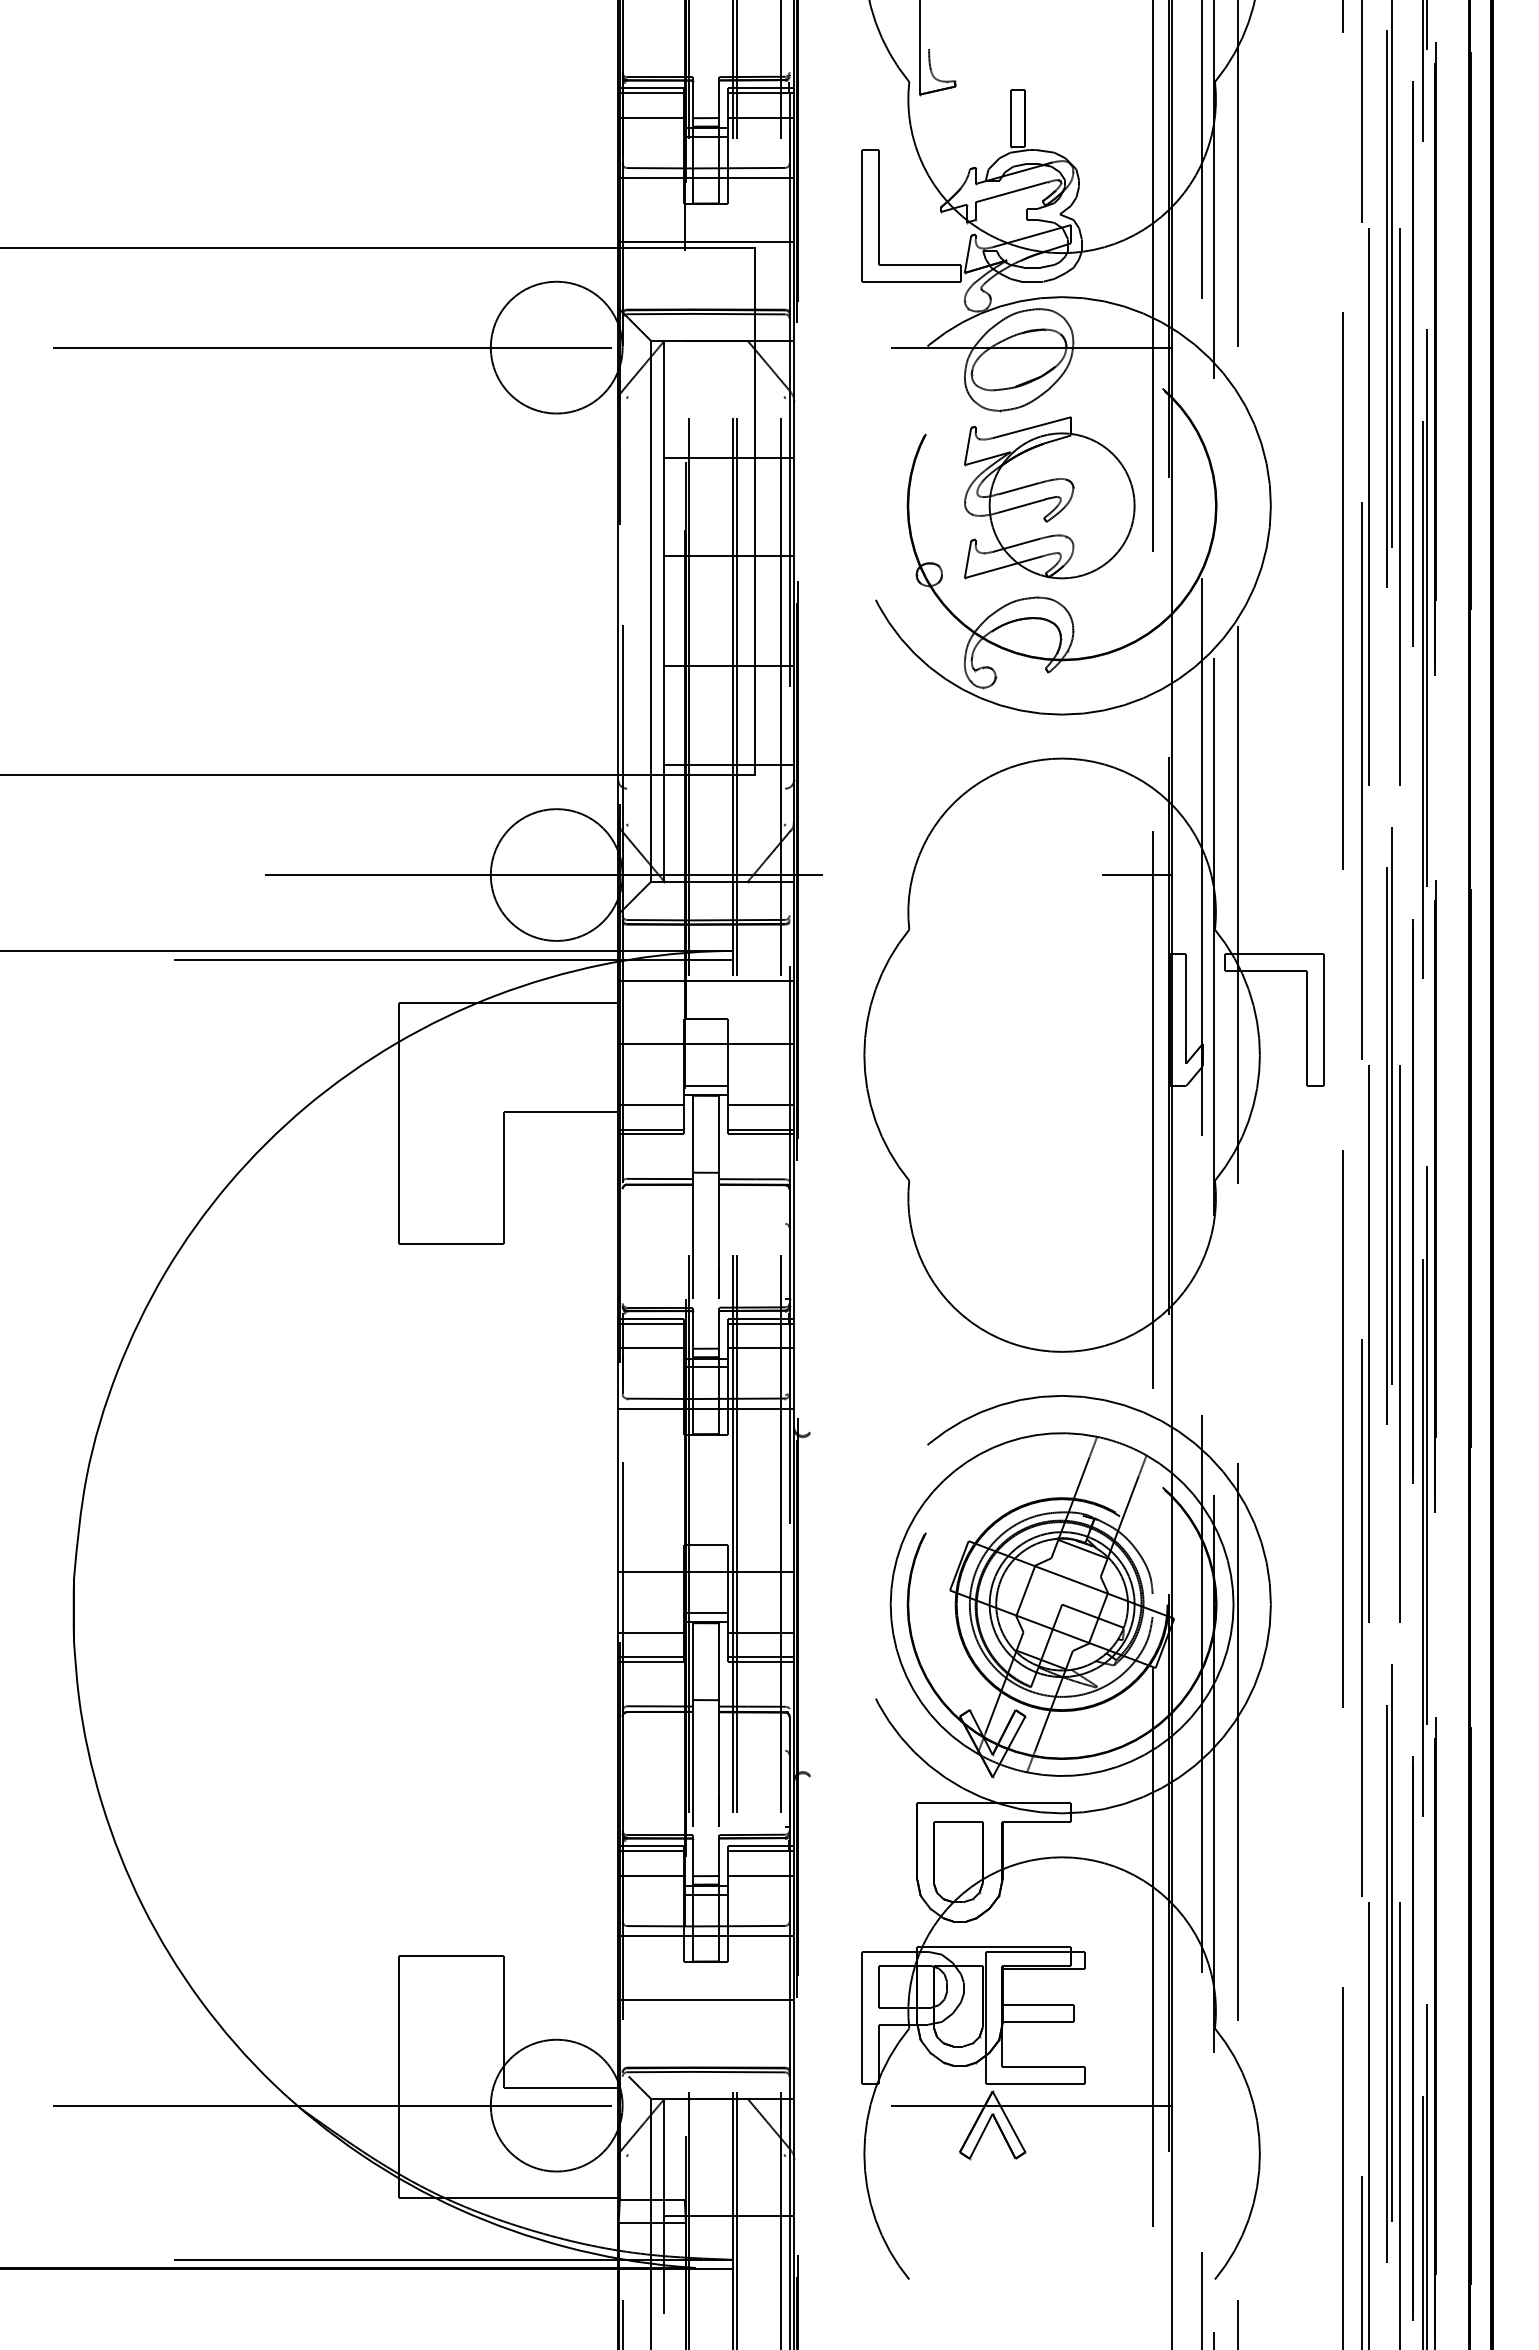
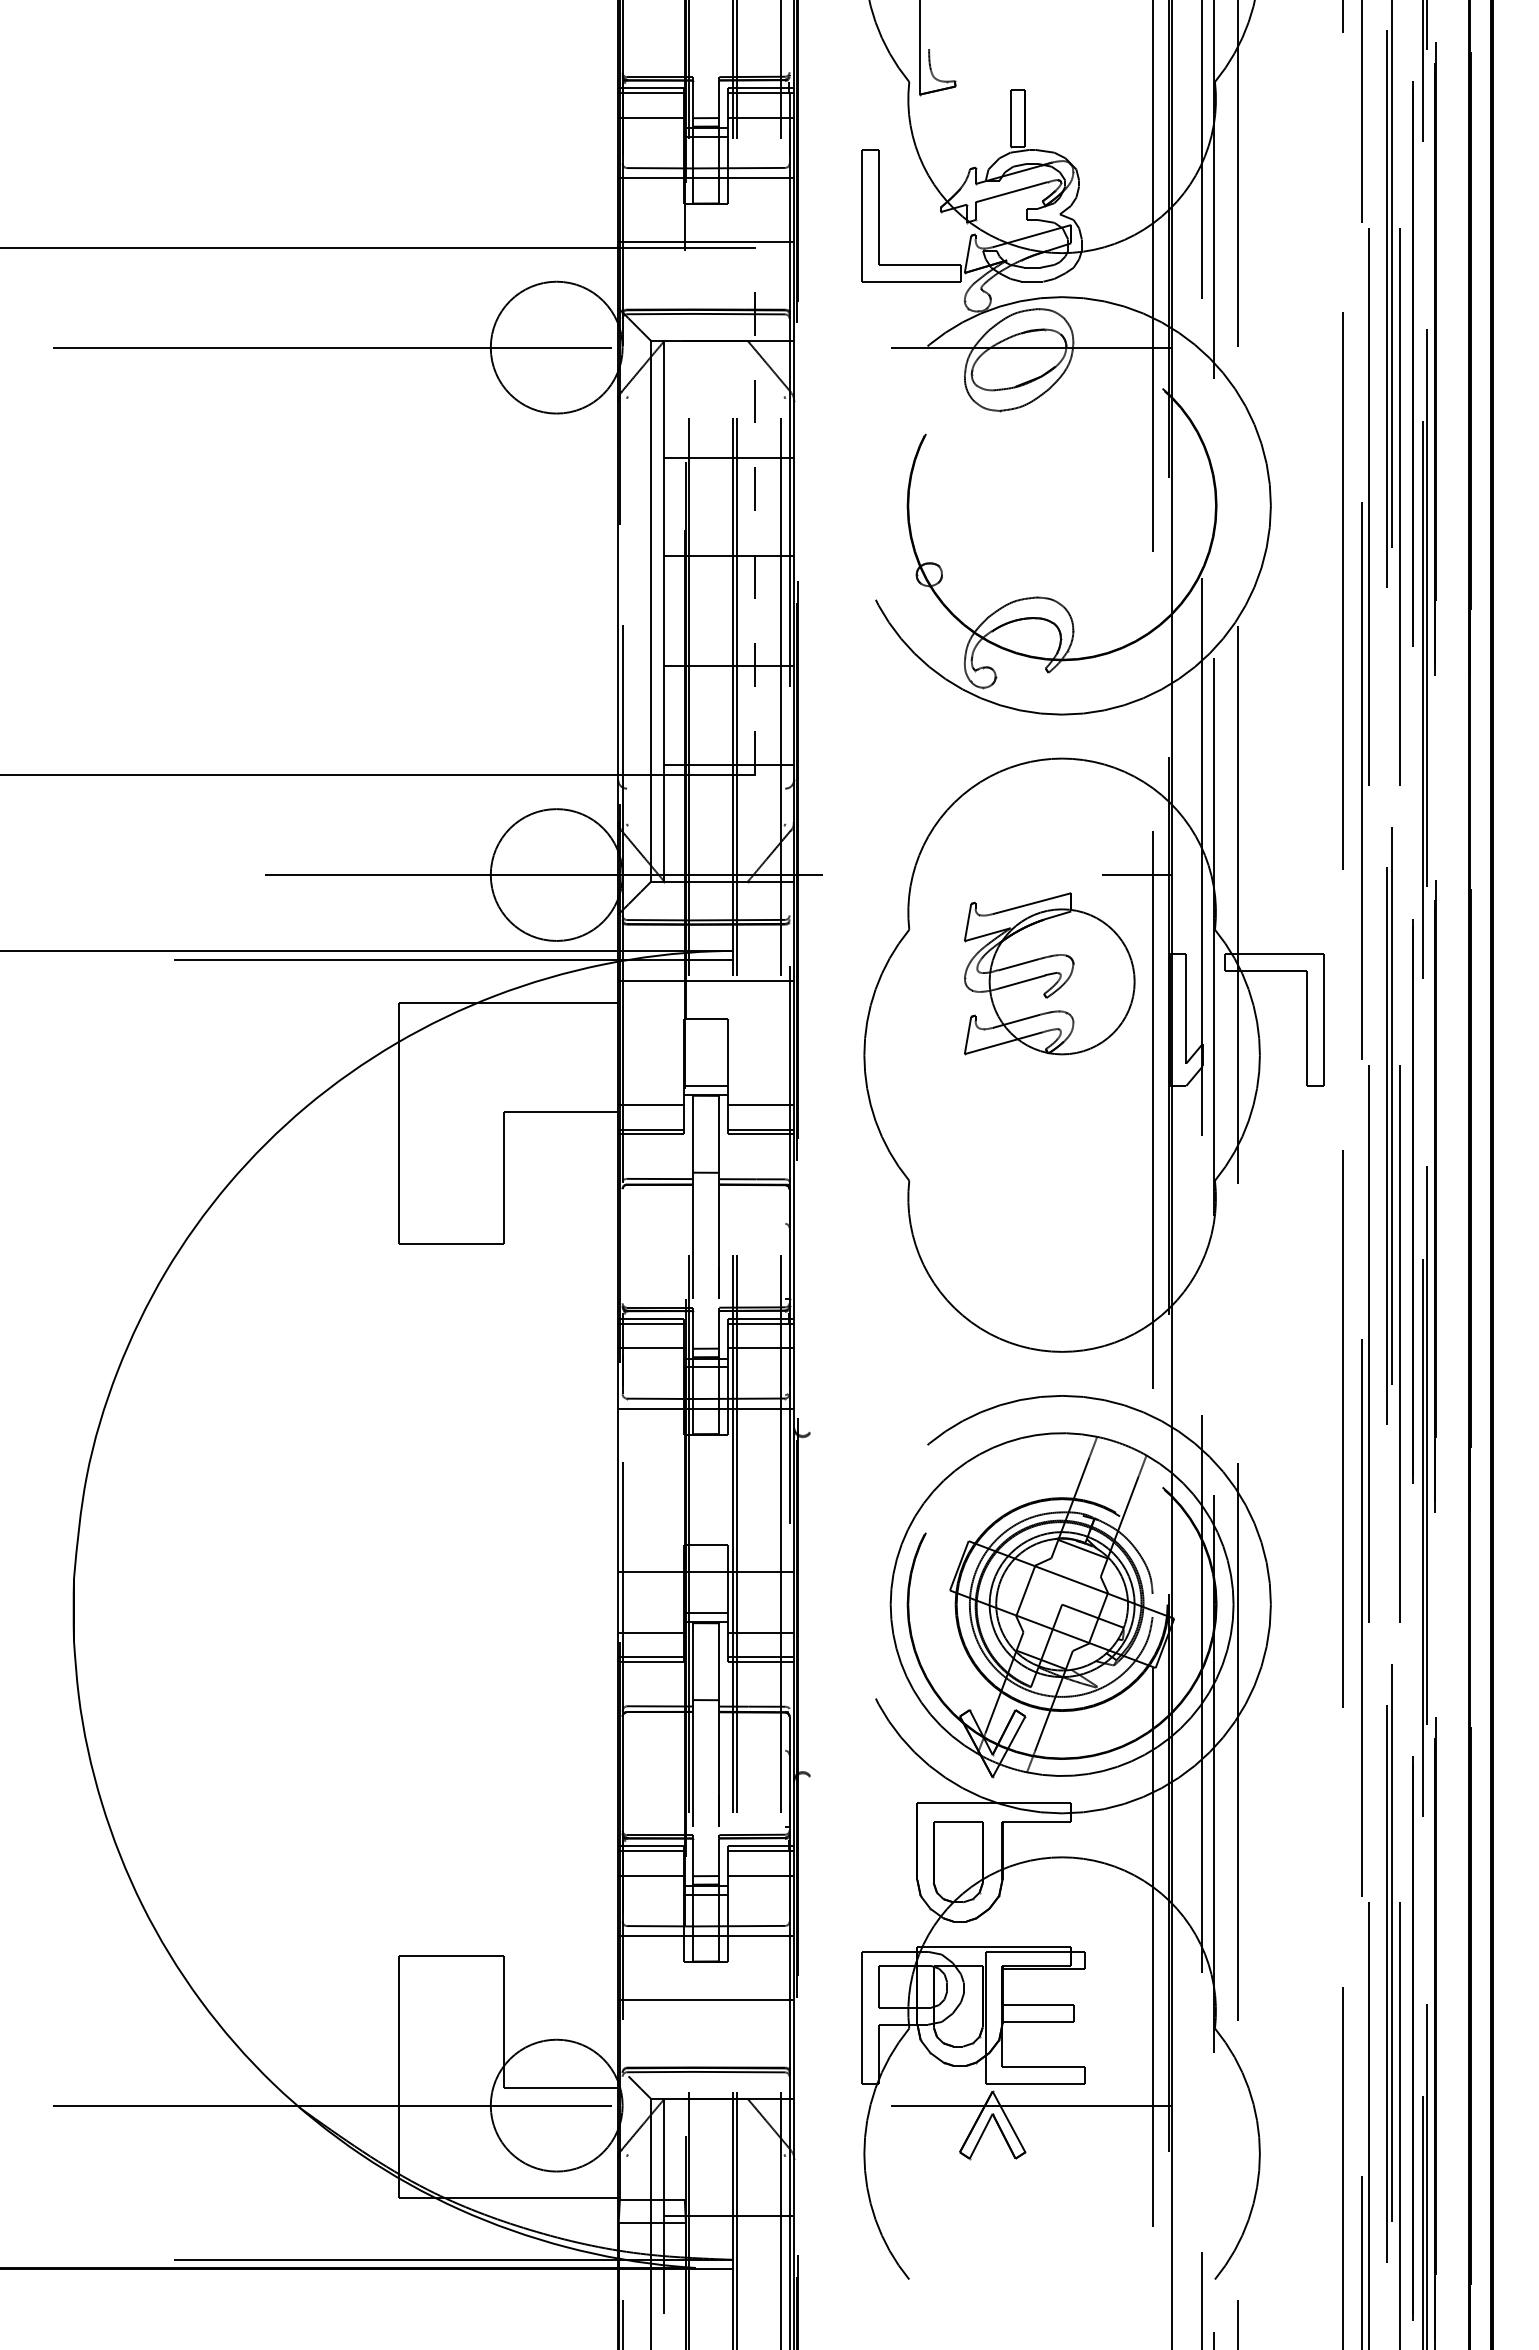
part at (1049, 497) position: (1049, 497) -> (1049, 973)
line at (754, 511): solid -> dashed
line at (706, 1044): present -> none
